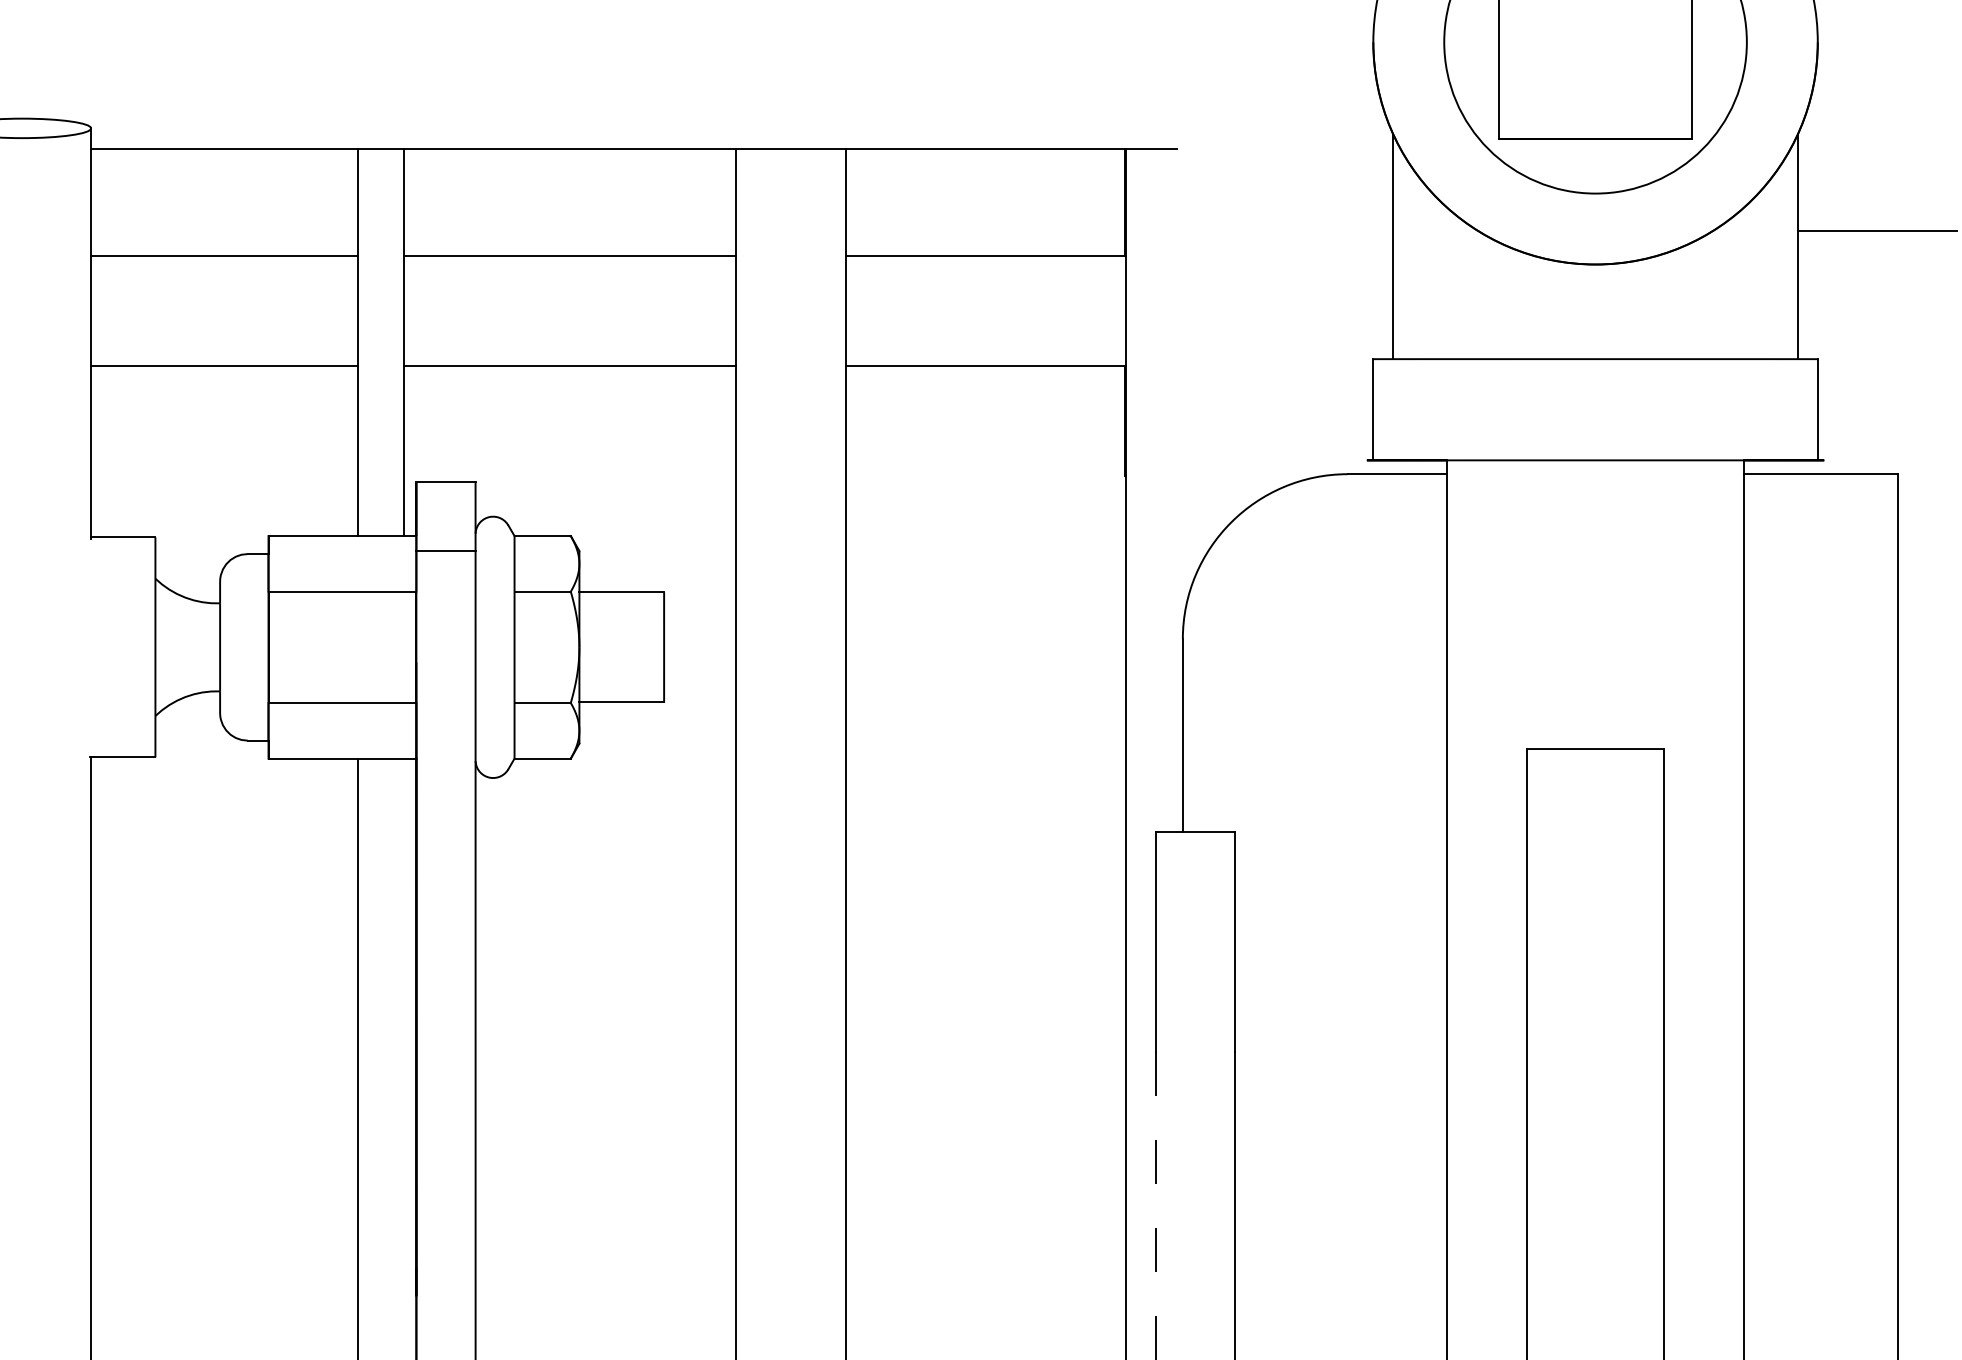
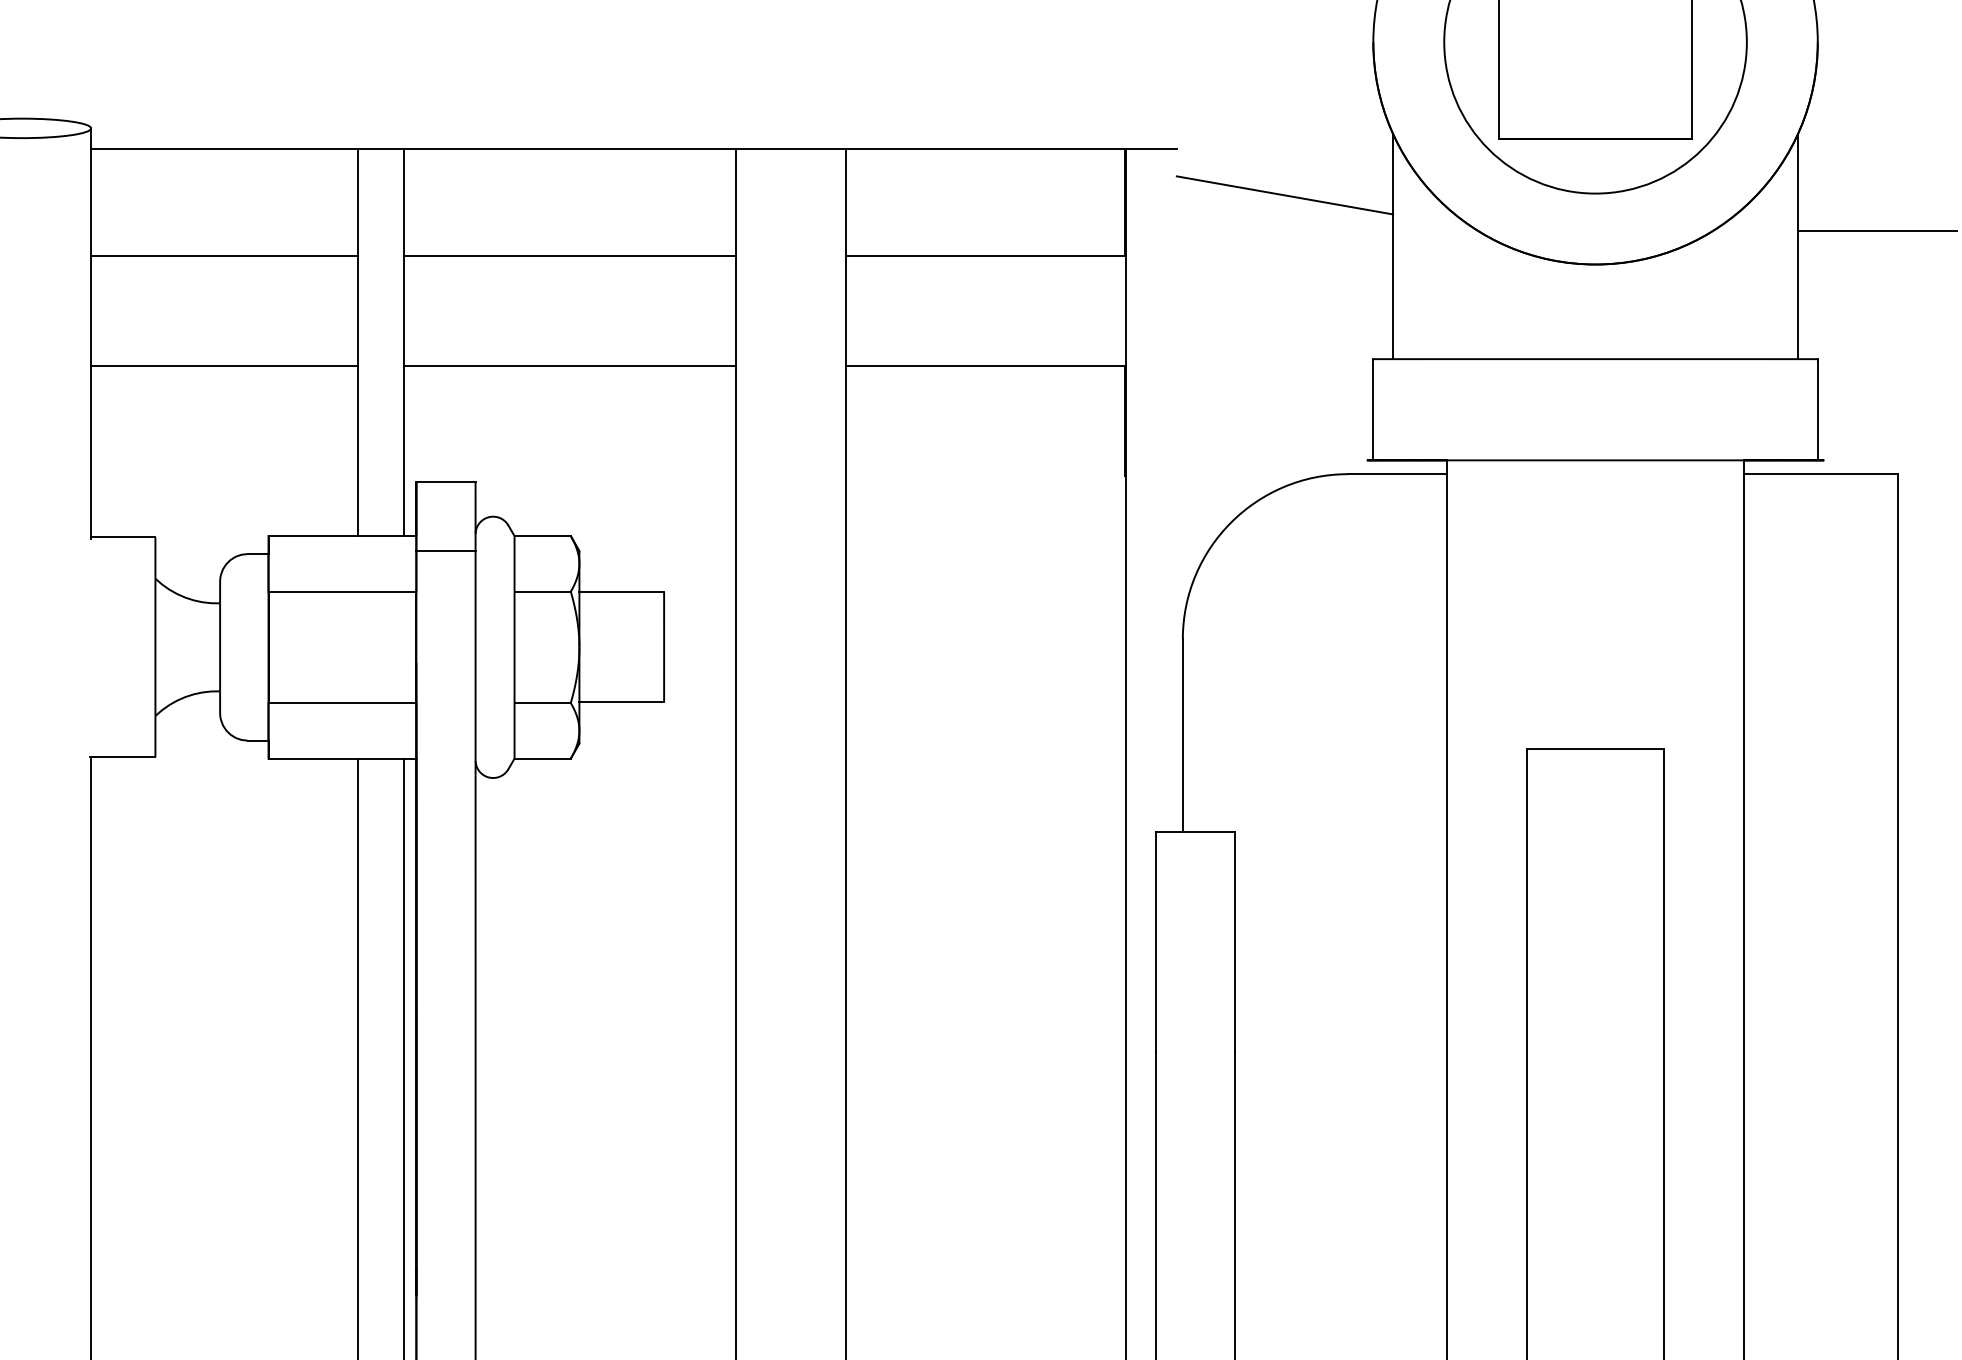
line at (1284, 195): none -> present
line at (403, 1057): none -> present
line at (1155, 1205): dashed -> solid
